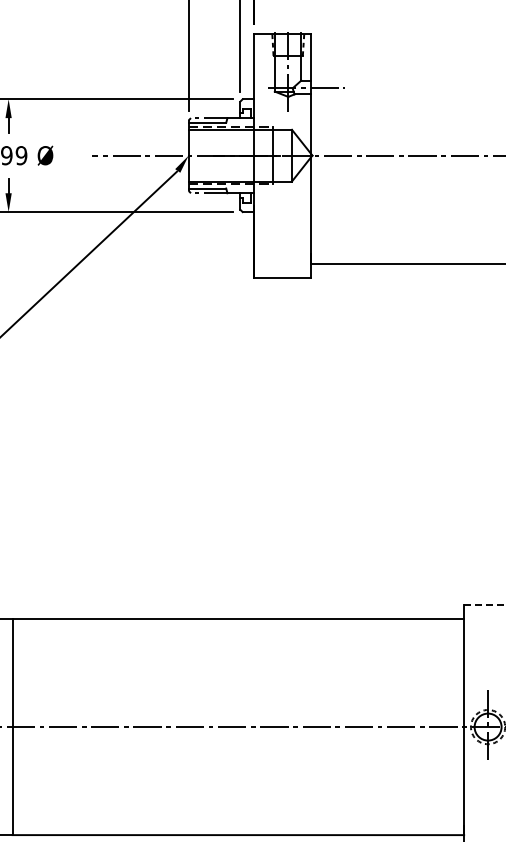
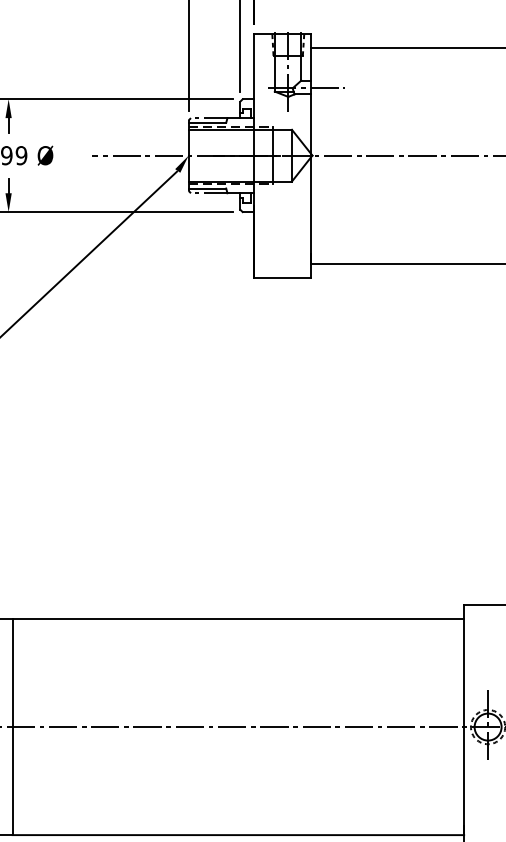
line at (406, 47): none -> present
line at (485, 604): dashed -> solid
